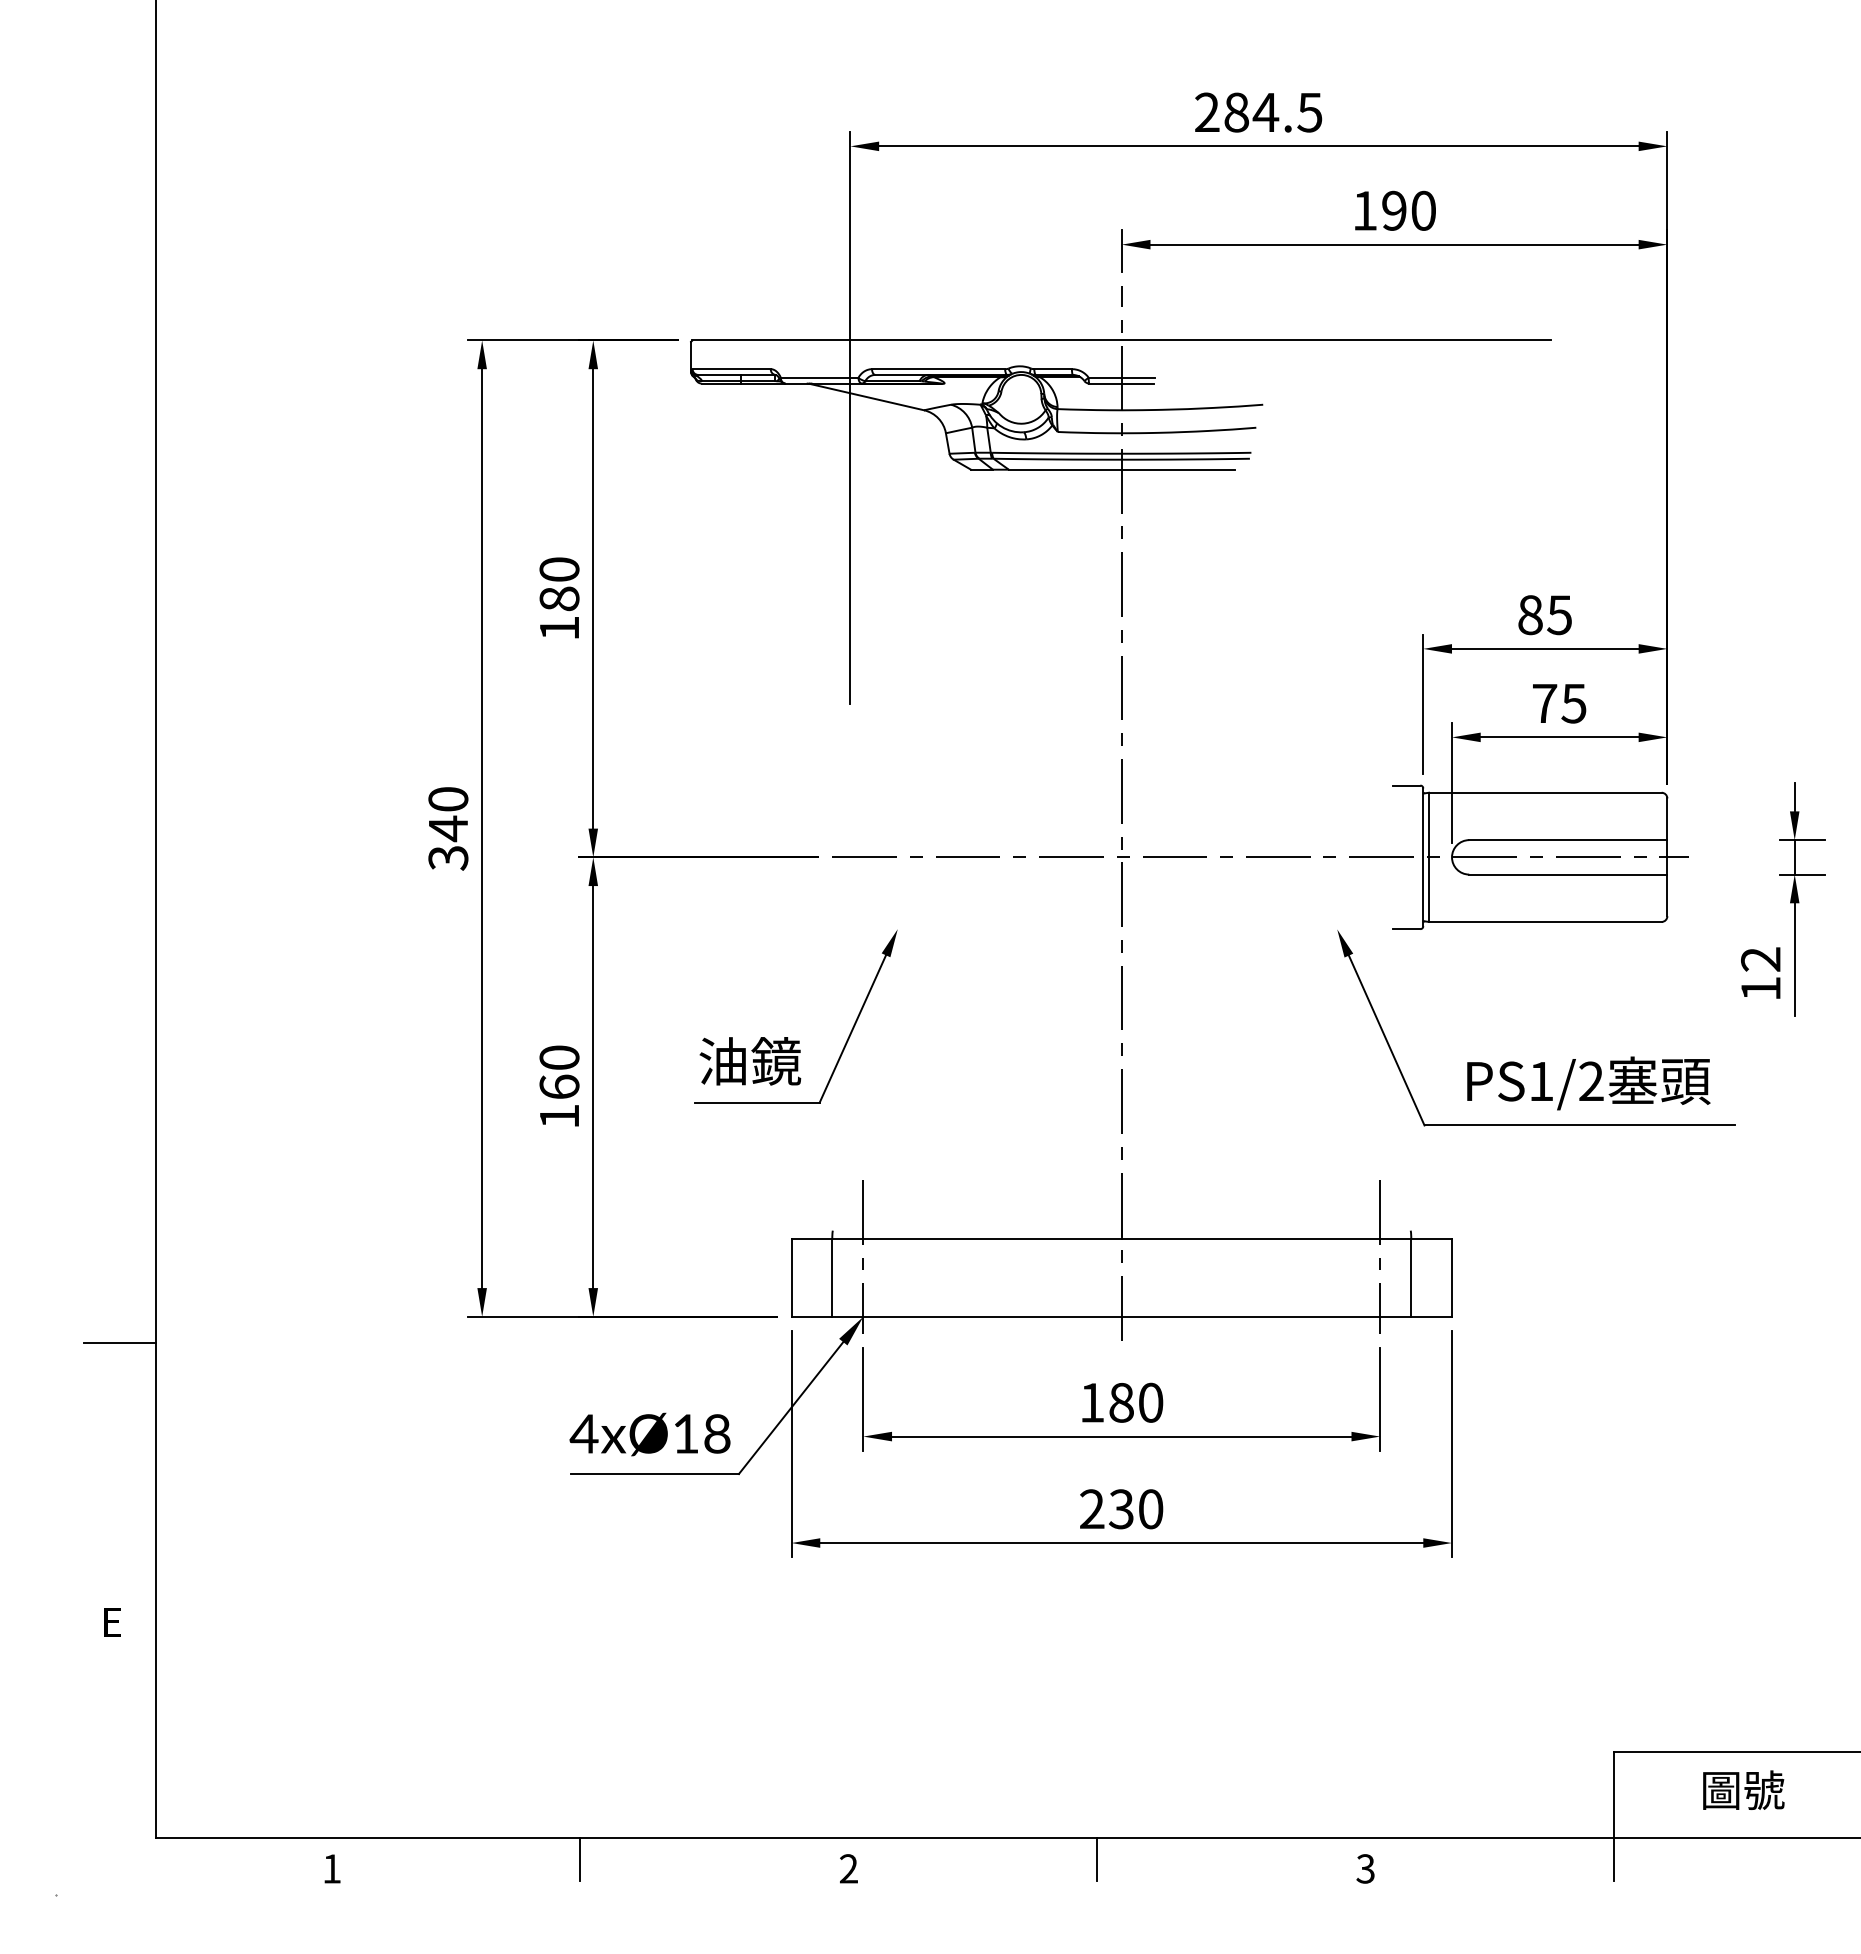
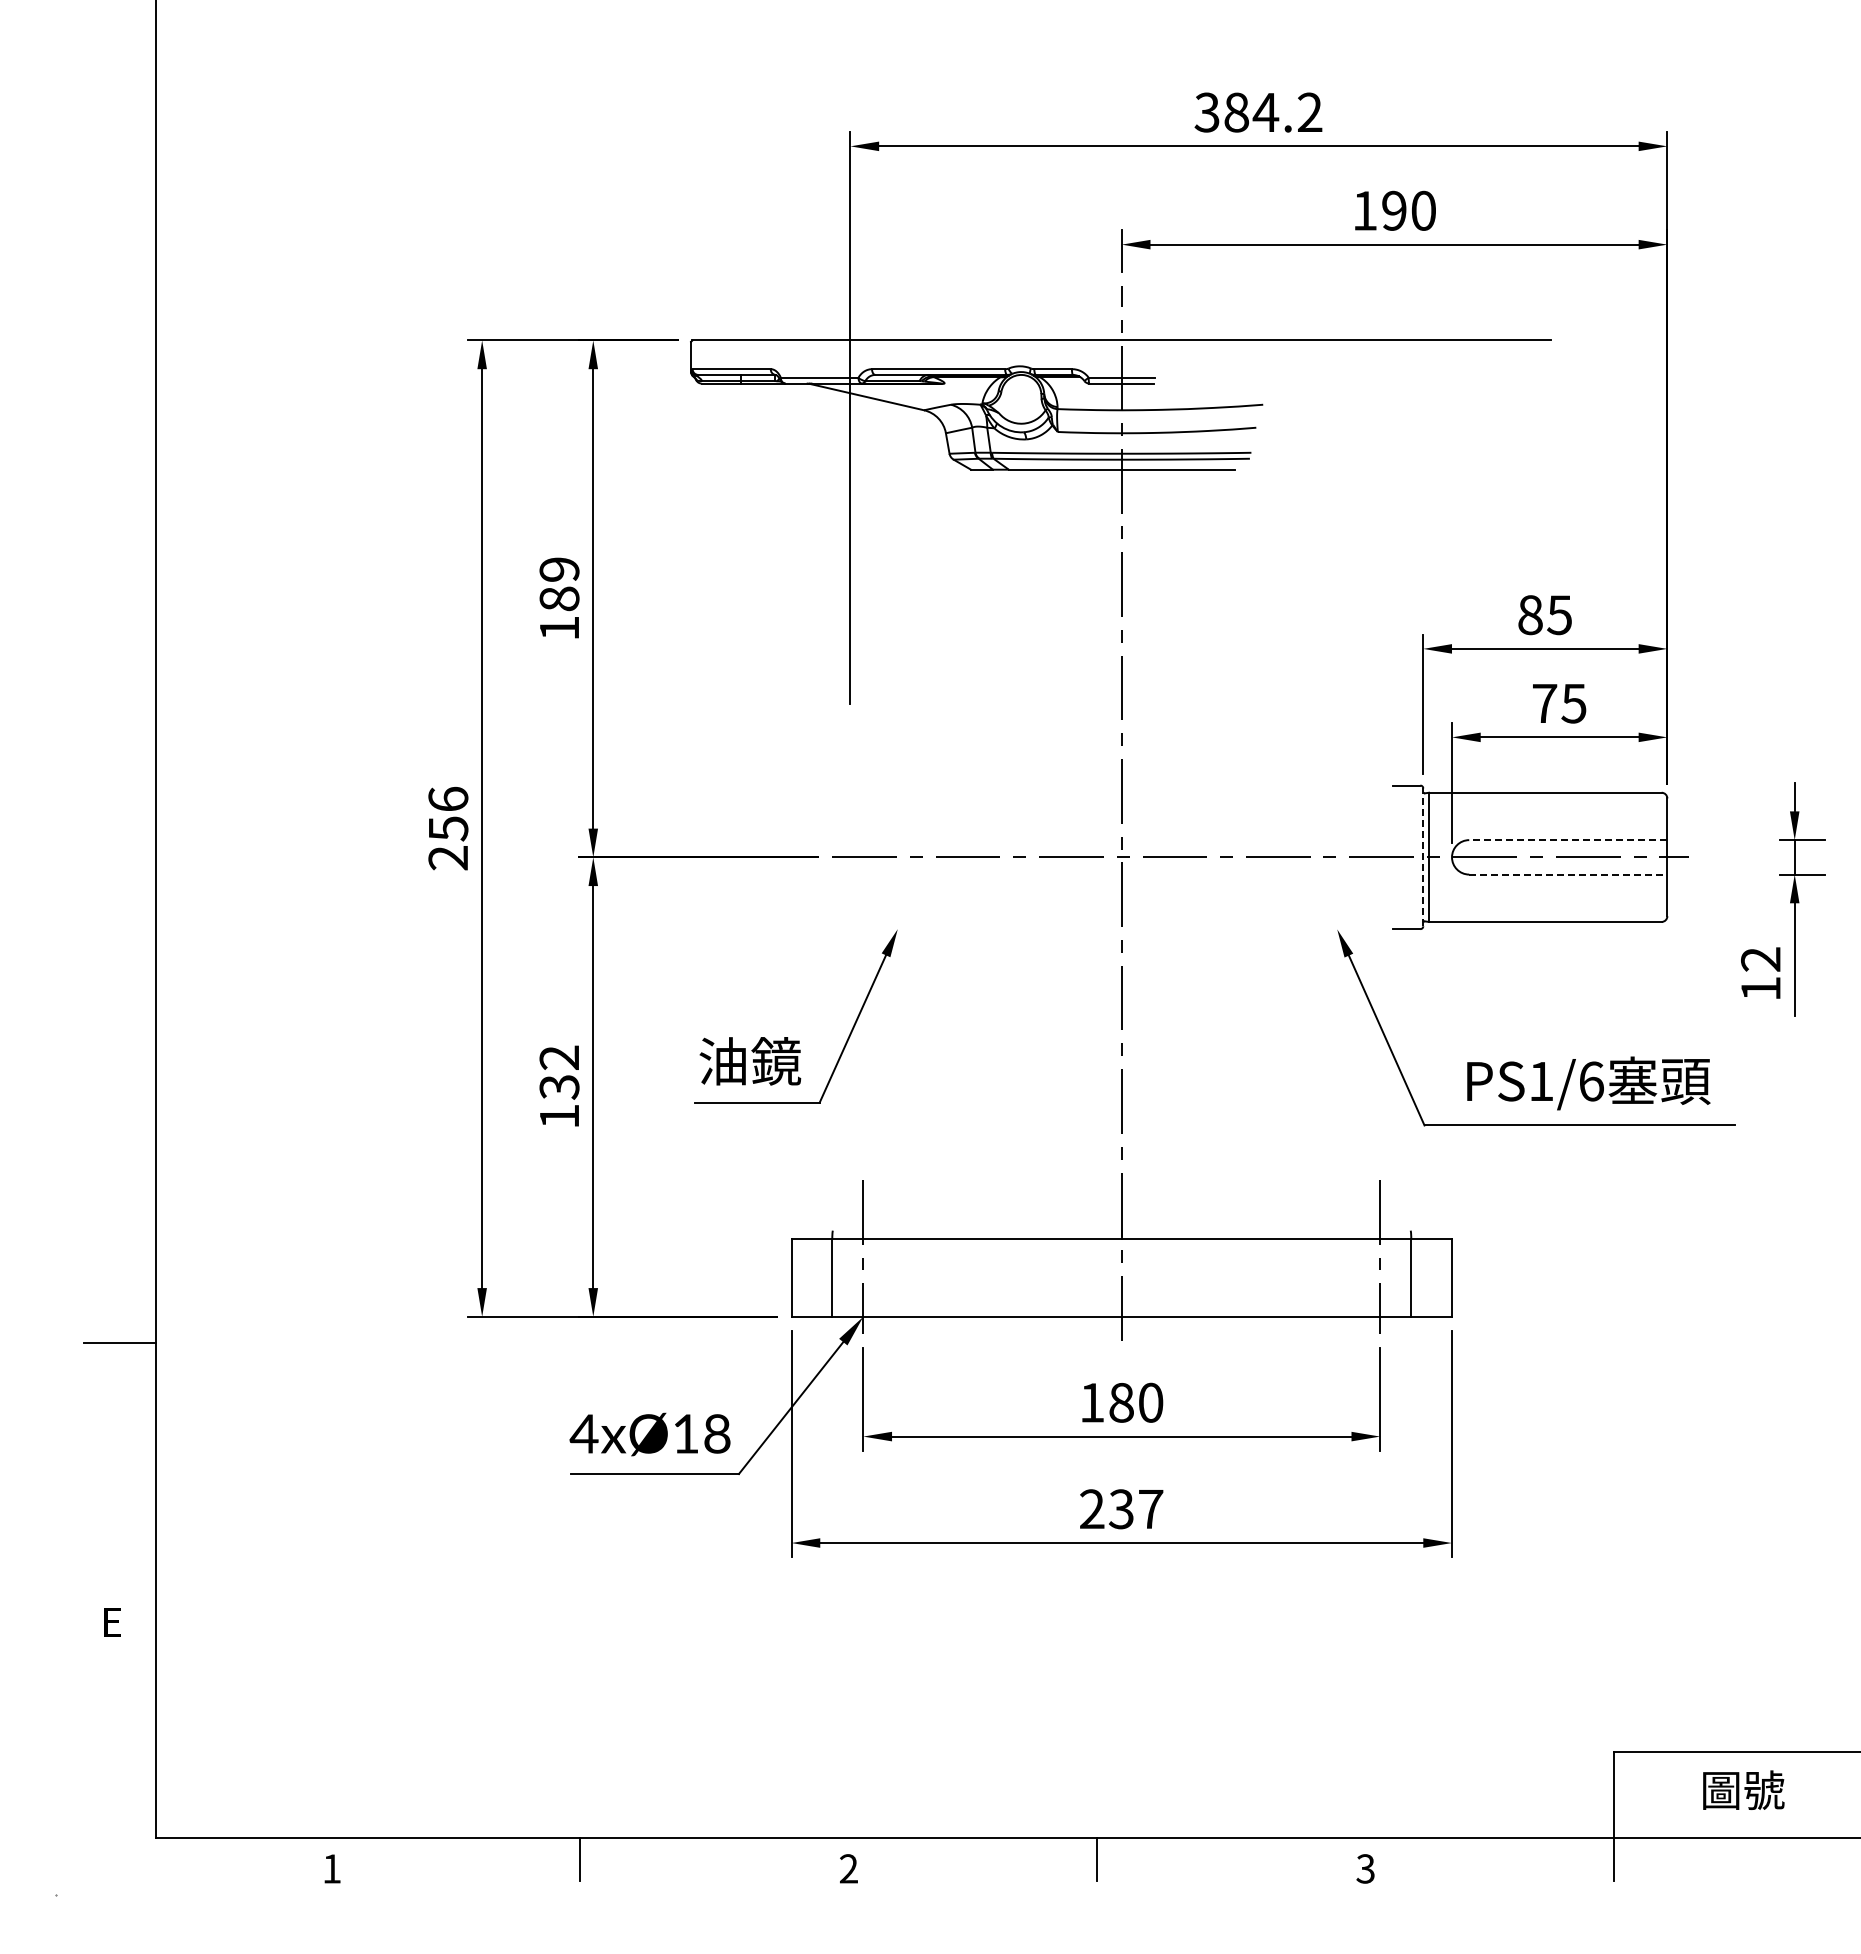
text at (1258, 112): 284.5 -> 384.2
text at (559, 569): 180 -> 189
text at (448, 828): 340 -> 256
line at (1567, 840): solid -> dashed
line at (1423, 857): solid -> dashed
line at (1568, 874): solid -> dashed
text at (559, 1072): 160 -> 132
text at (1591, 1081): PS1/2 -> PS1/6
text at (1151, 1509): 230 -> 237
